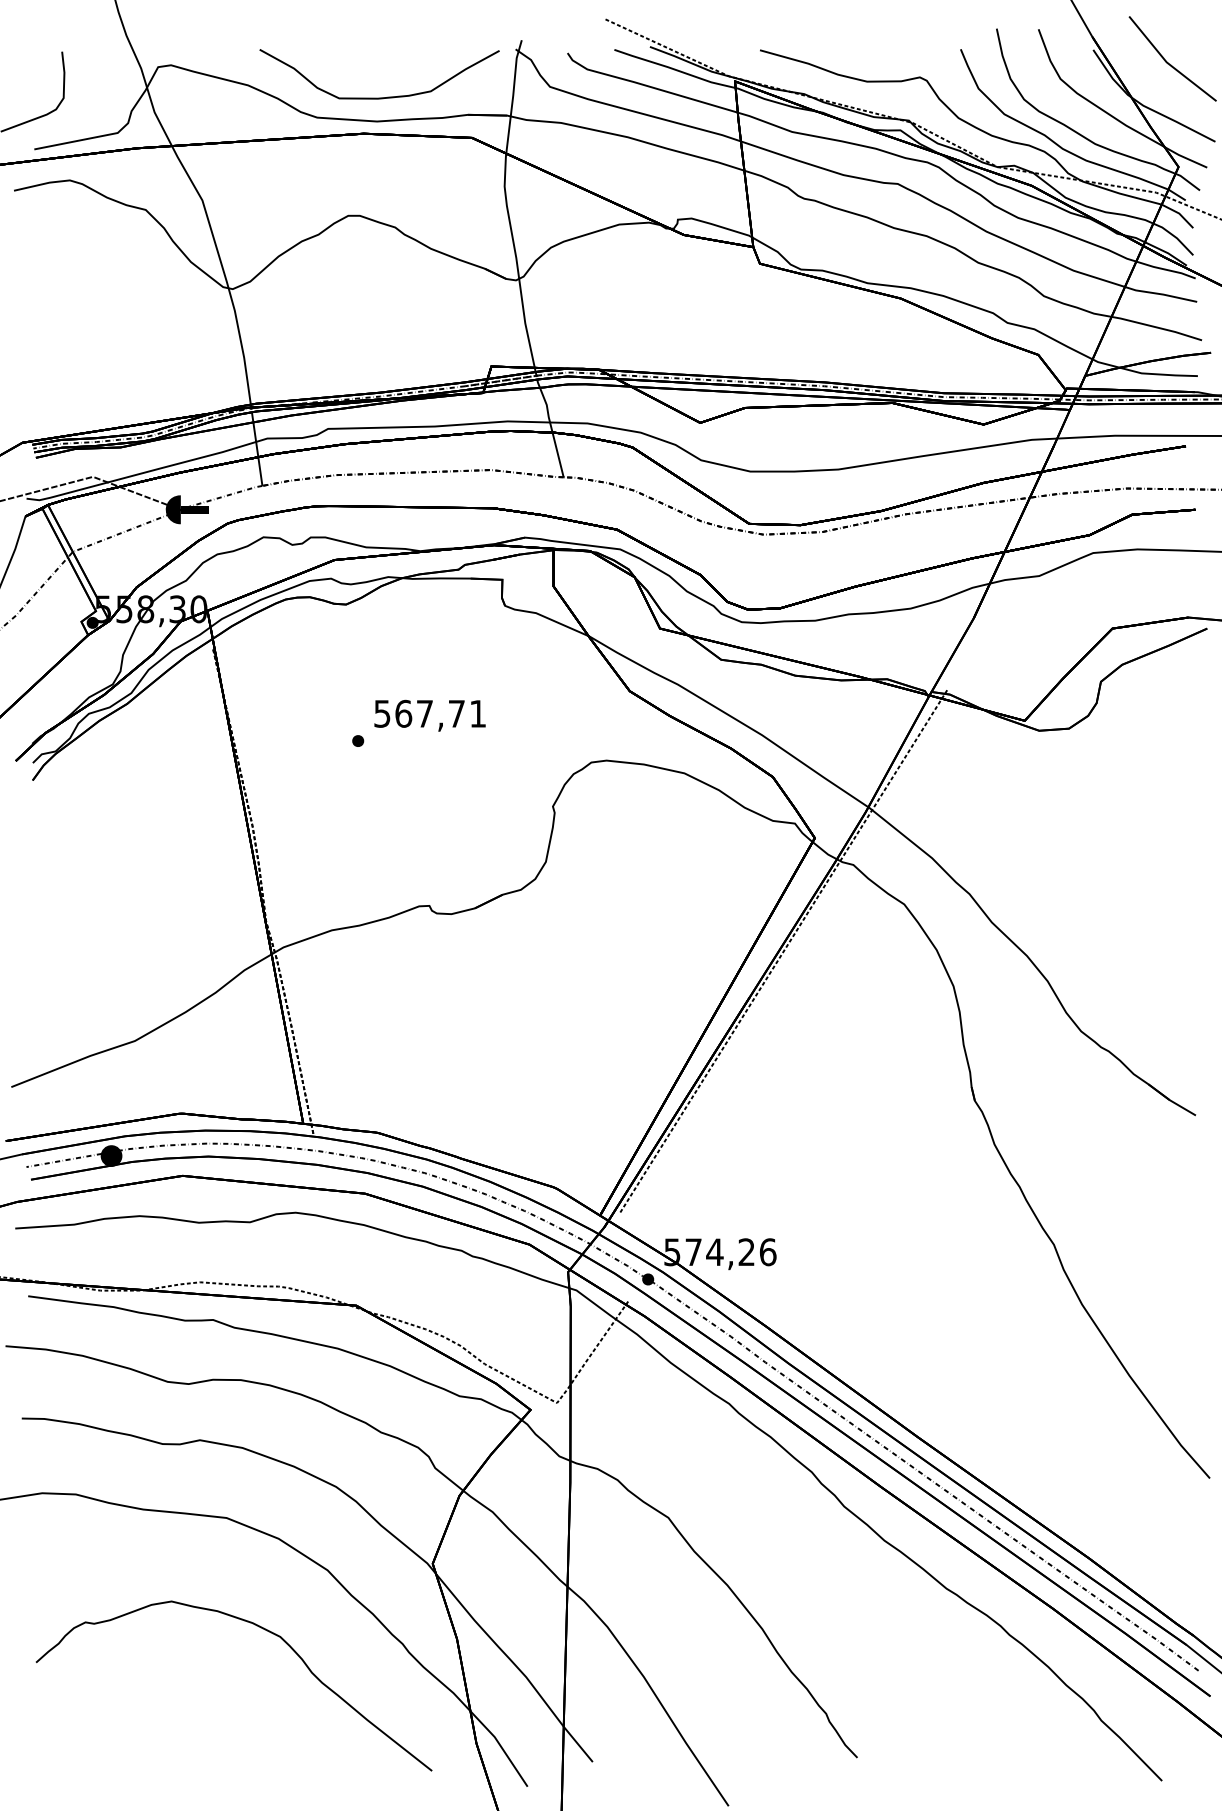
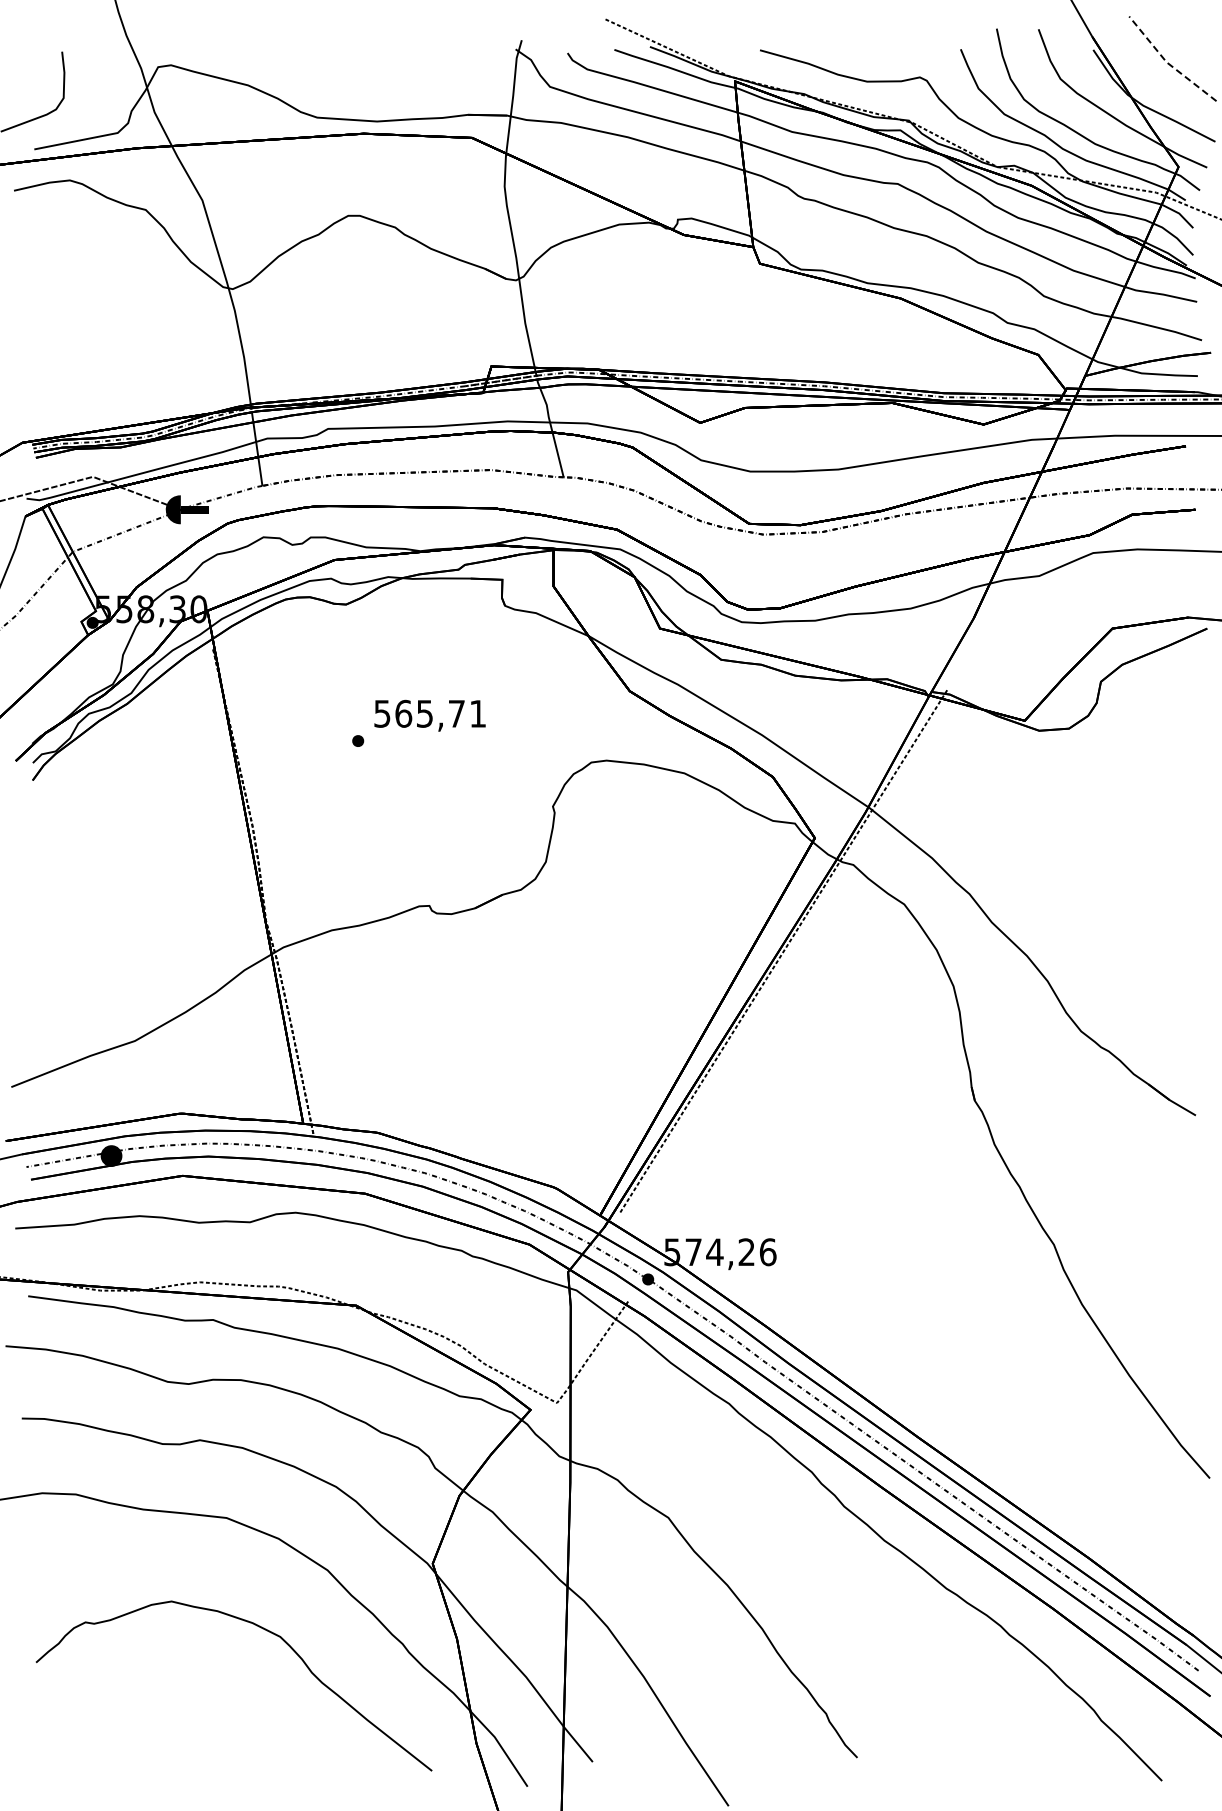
line at (1167, 62): solid -> dashed
curve at (379, 97): present -> none
text at (424, 713): 567,71 -> 565,71
